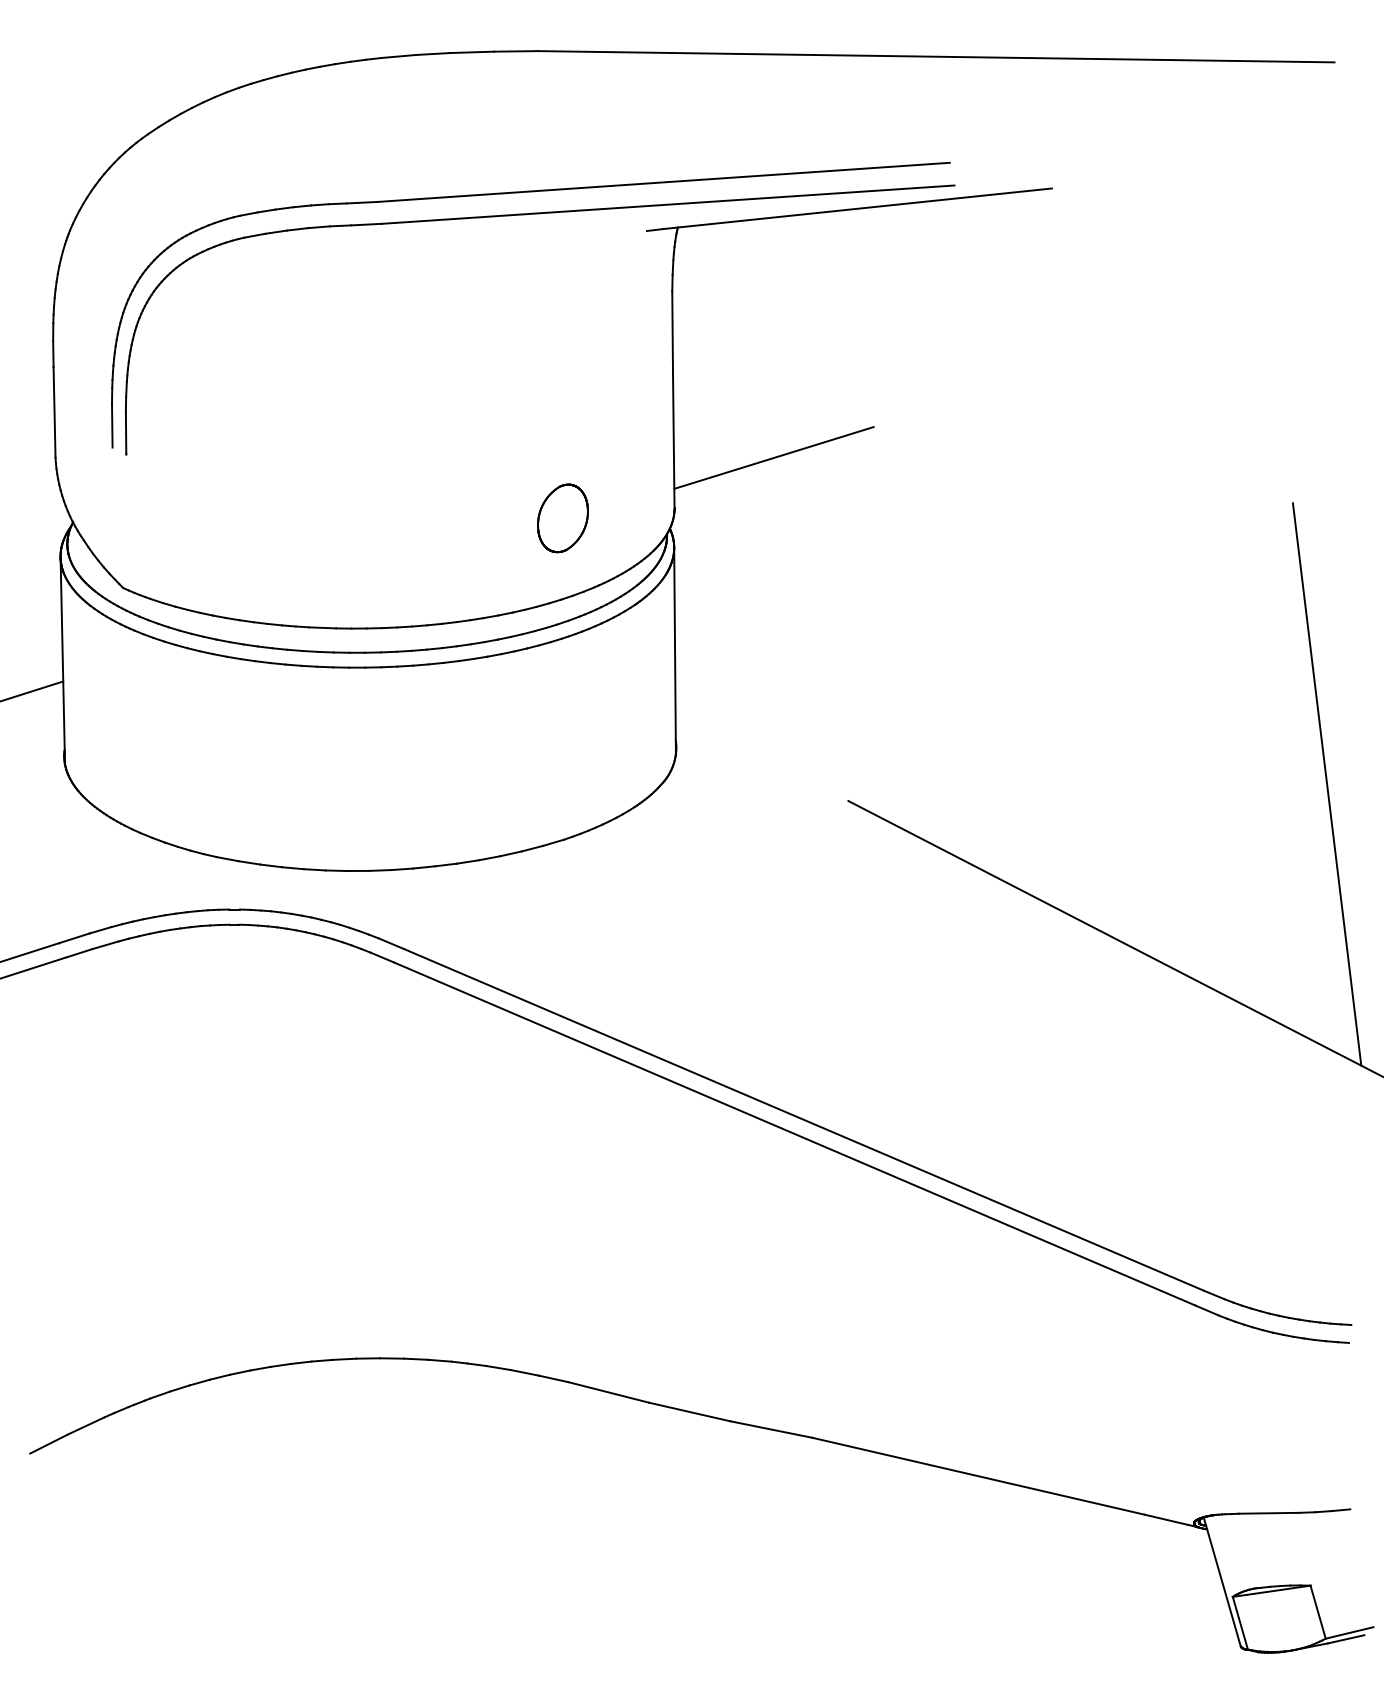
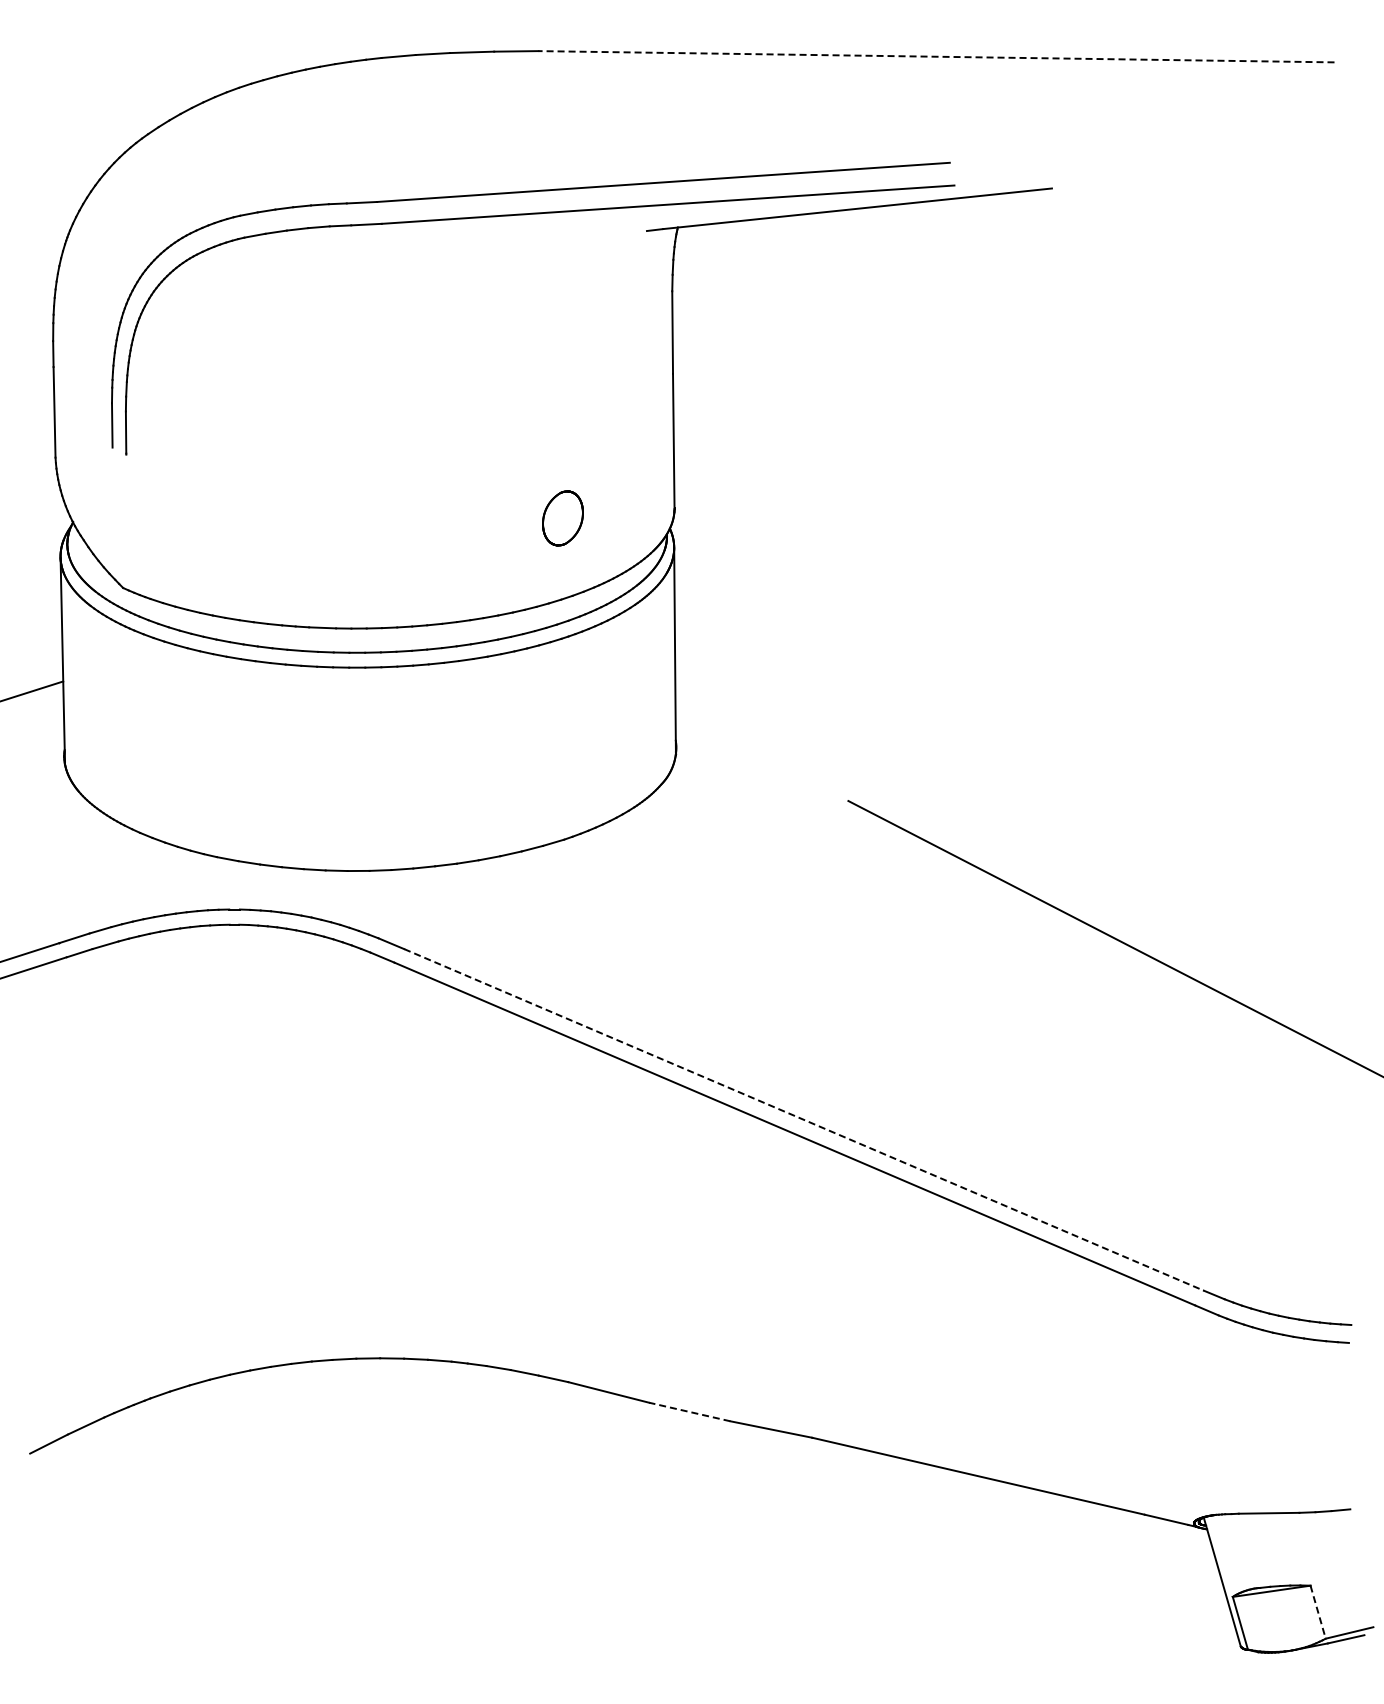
line at (935, 56): solid -> dashed
line at (773, 457): present -> none
part at (562, 518) size: 52x71 px -> 42x57 px
line at (1326, 784): present -> none
line at (803, 1119): solid -> dashed
line at (689, 1412): solid -> dashed
line at (1318, 1612): solid -> dashed
